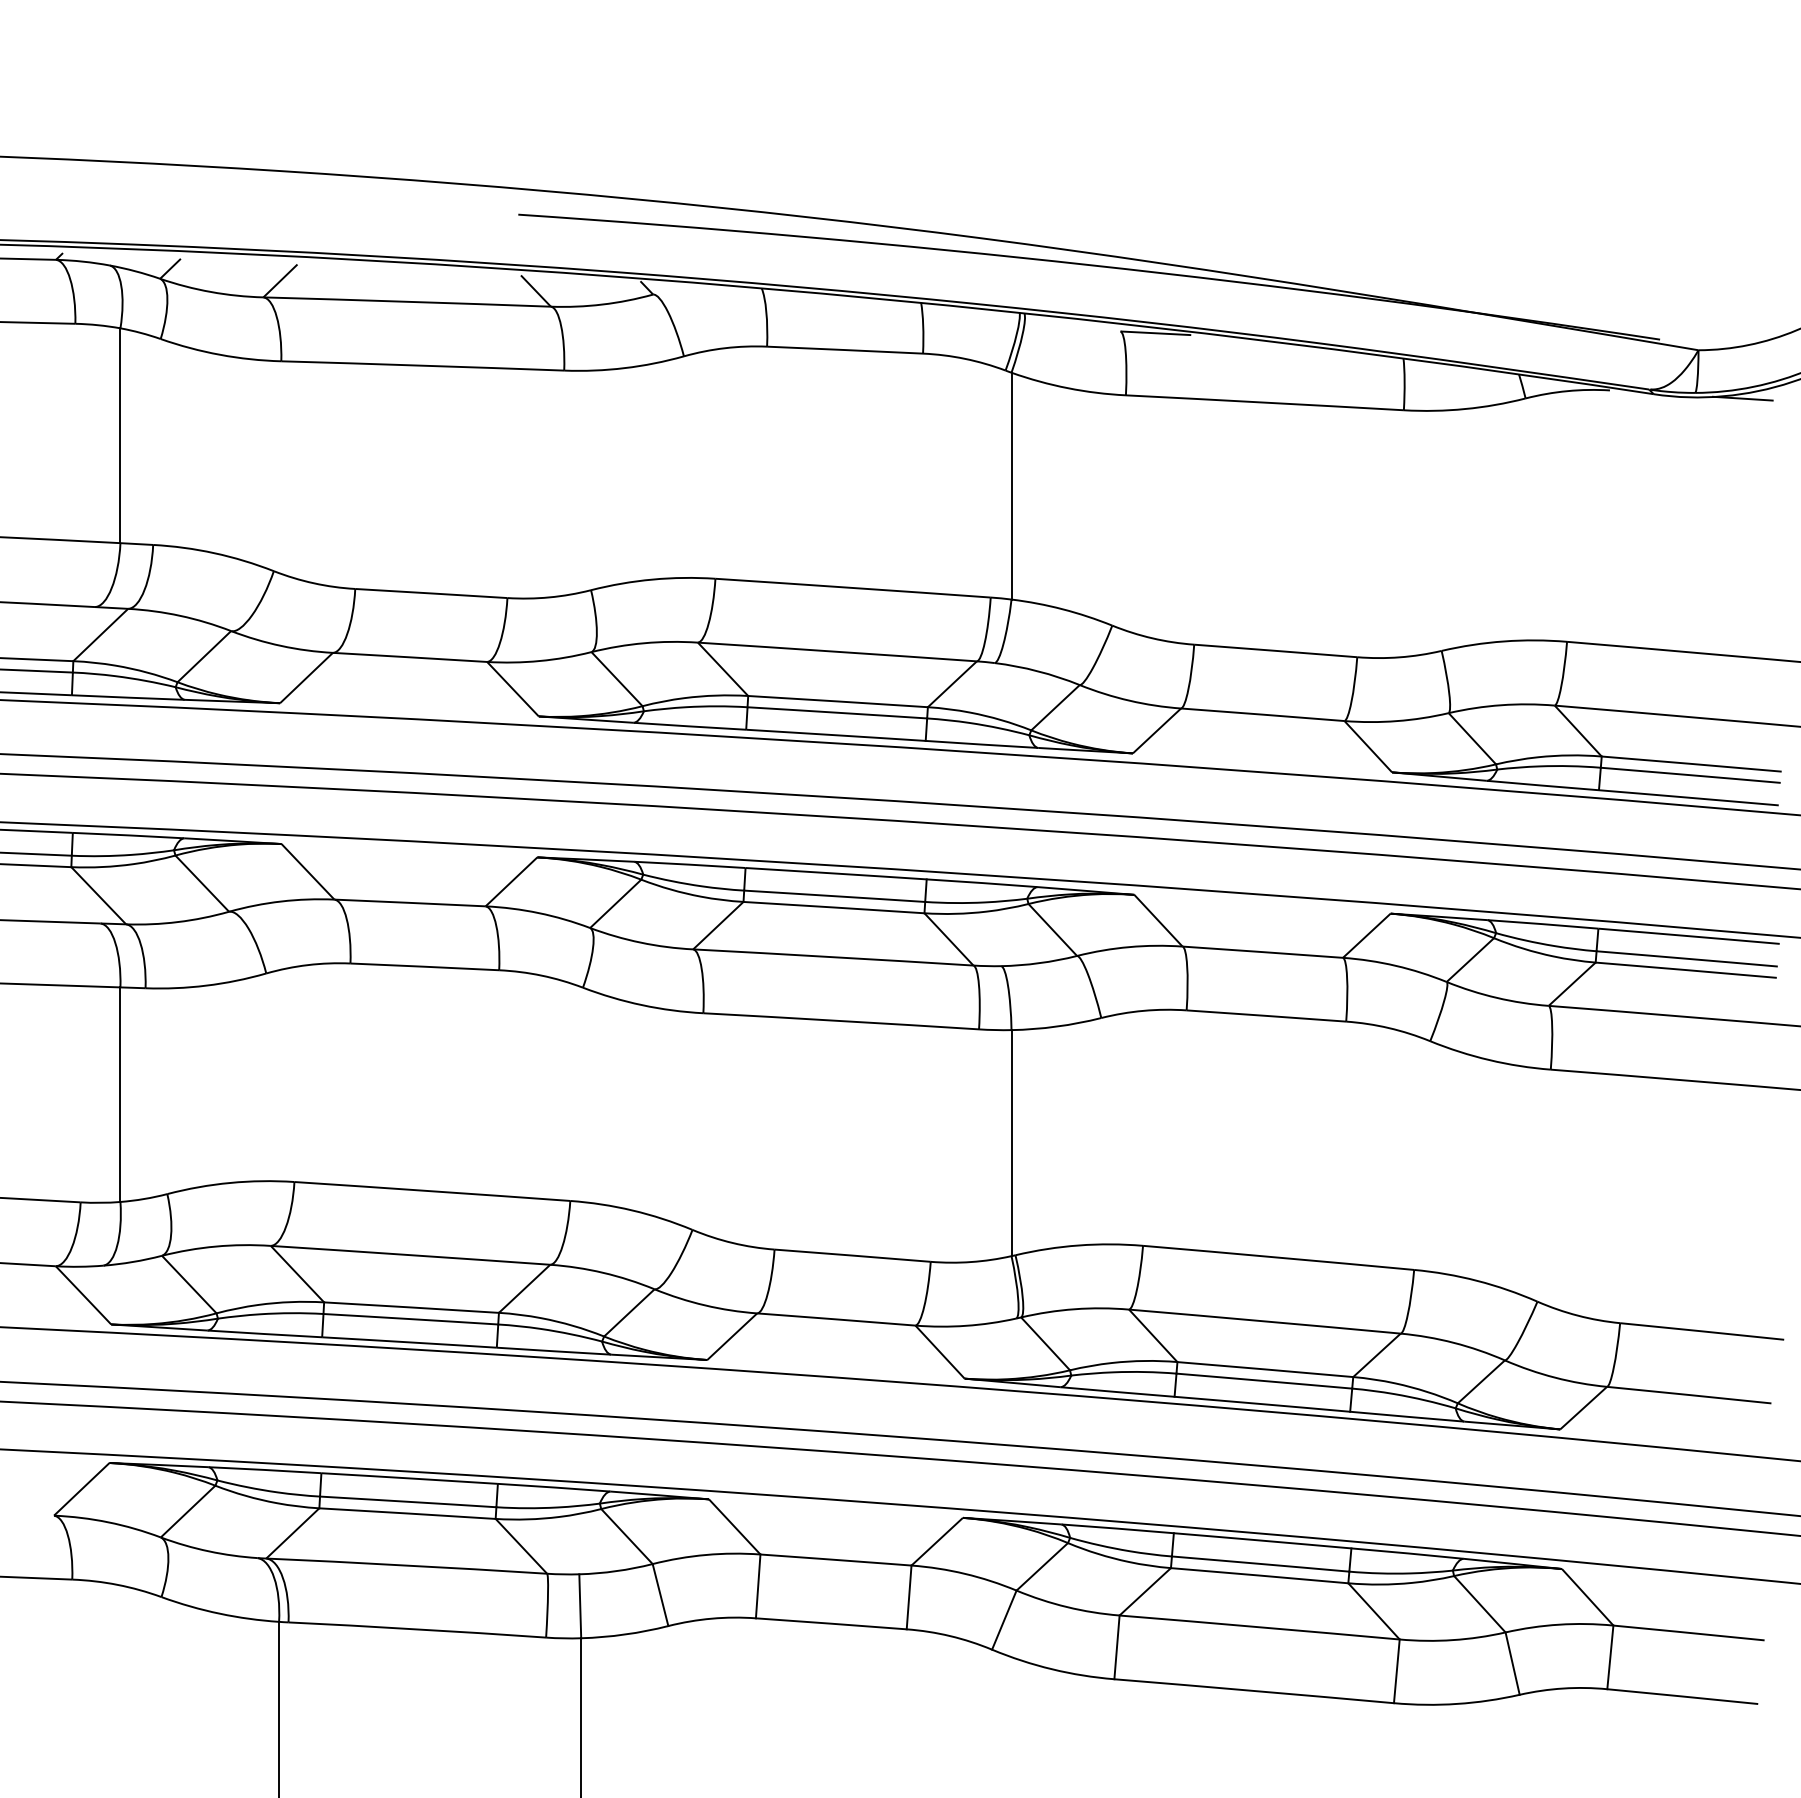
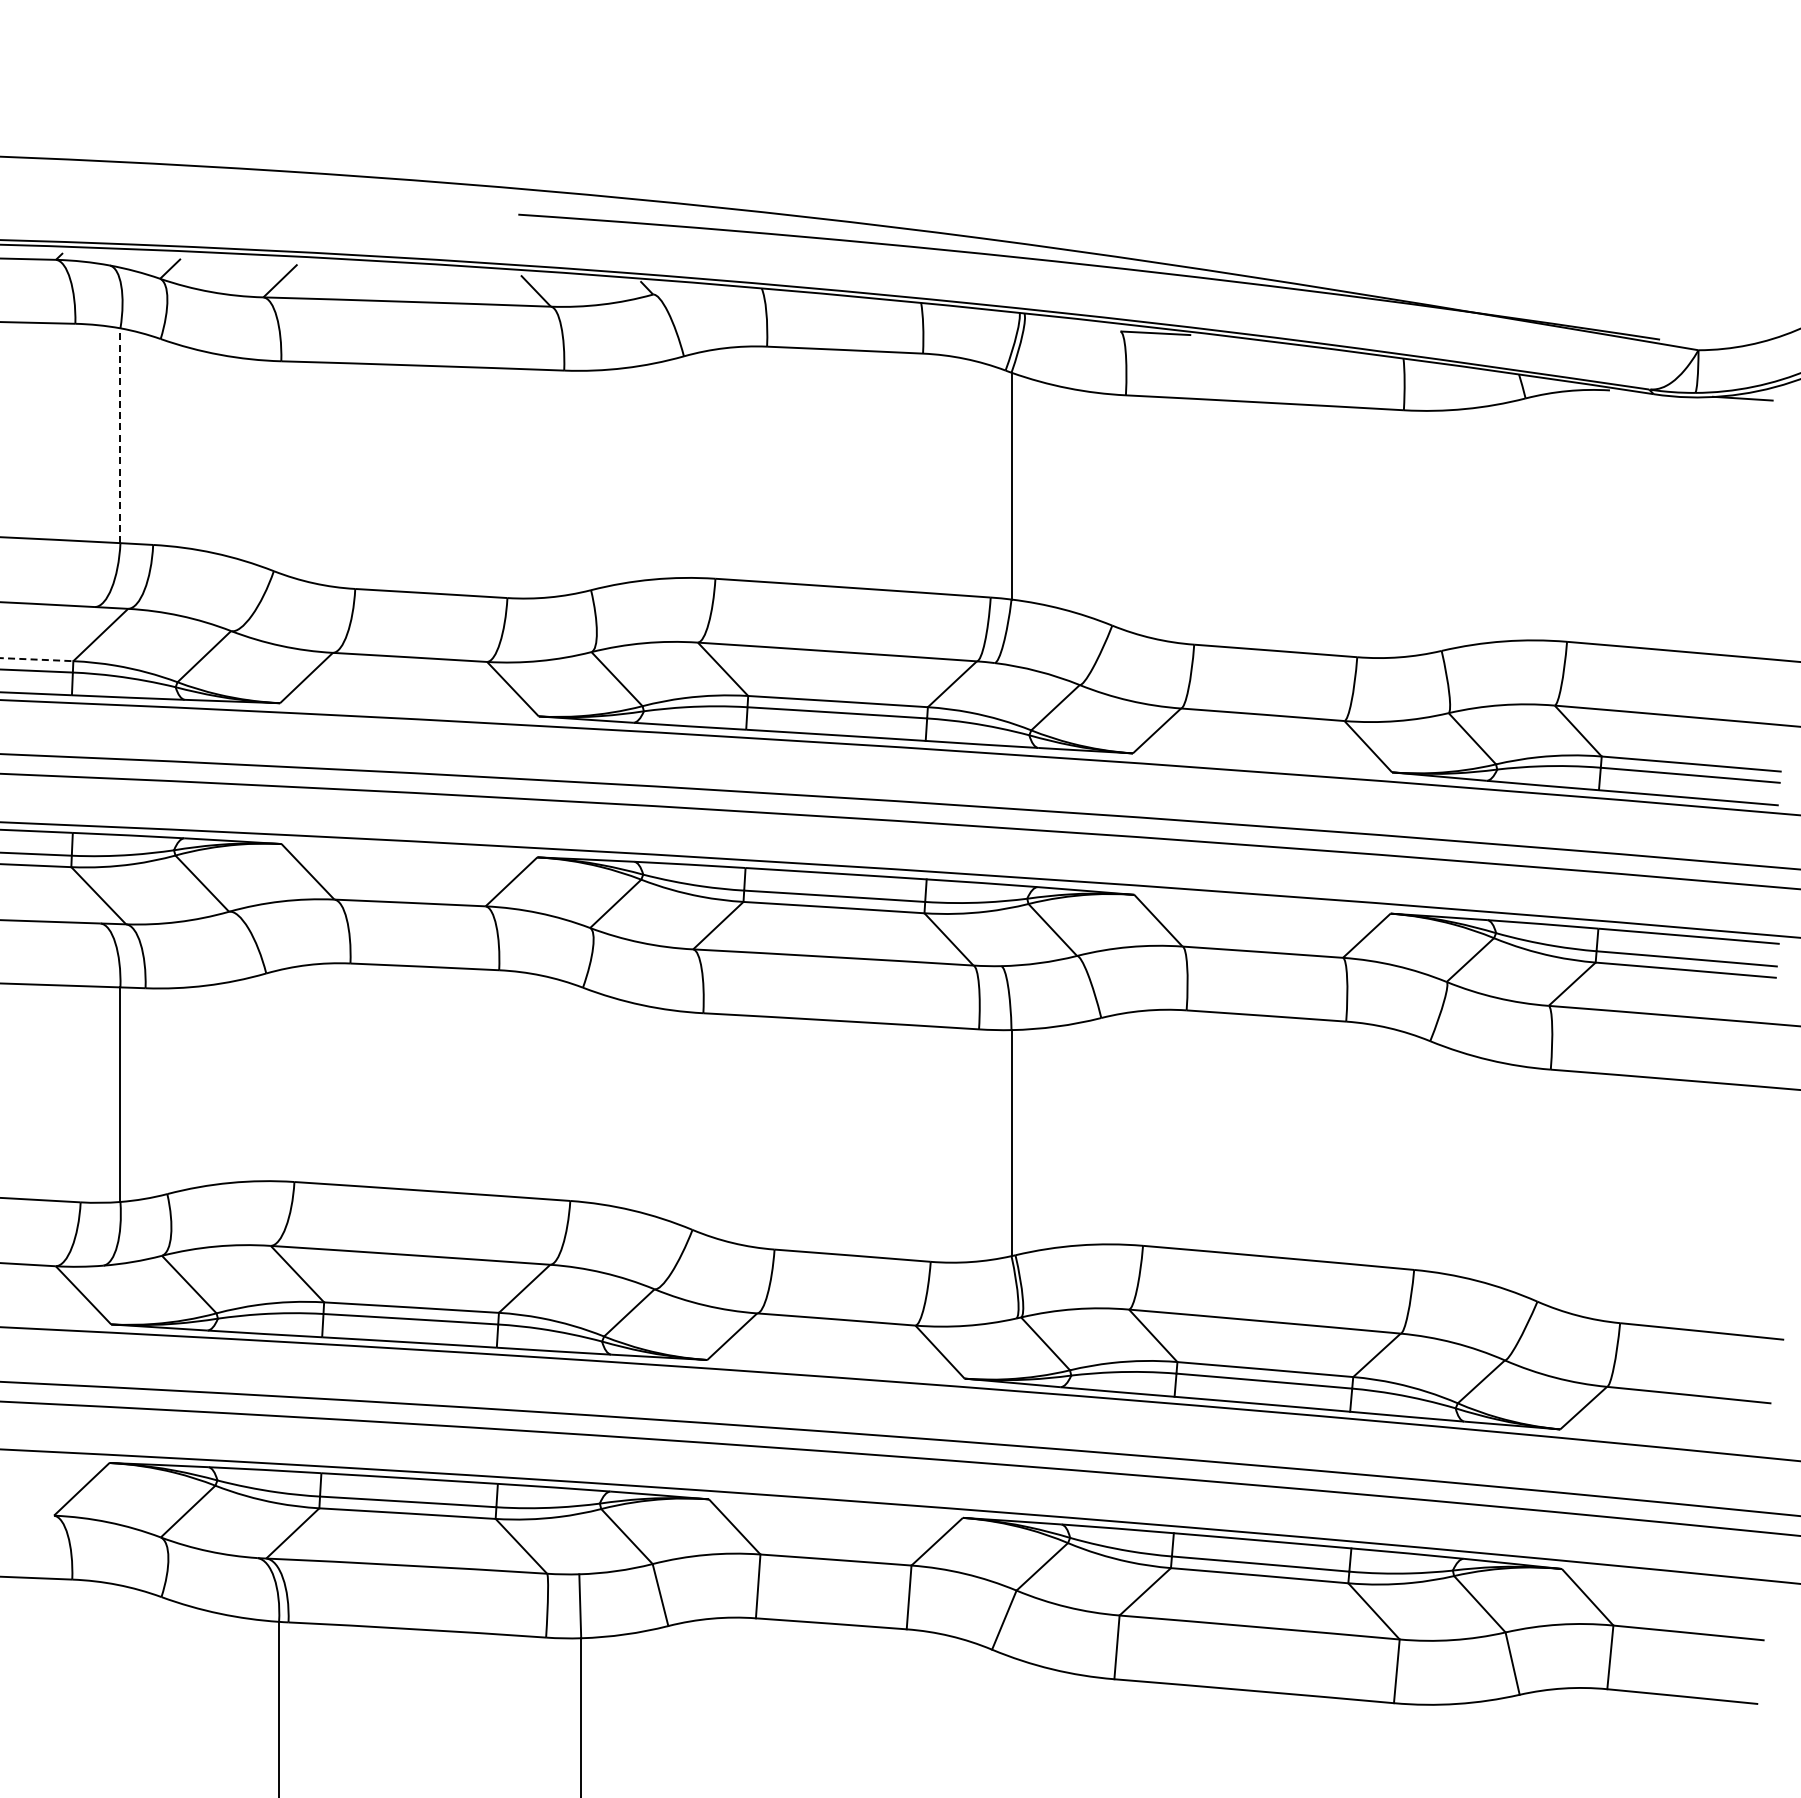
line at (120, 435): solid -> dashed
arc at (36, 659): solid -> dashed
